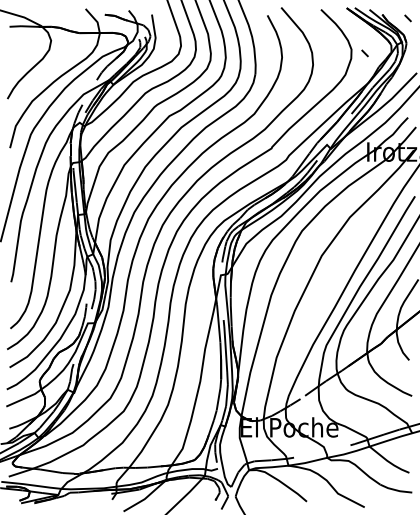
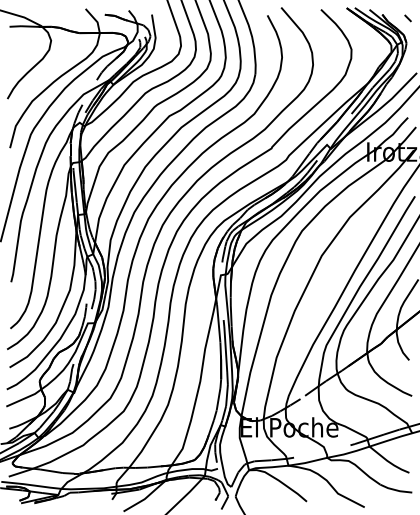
line at (364, 53): present -> none
